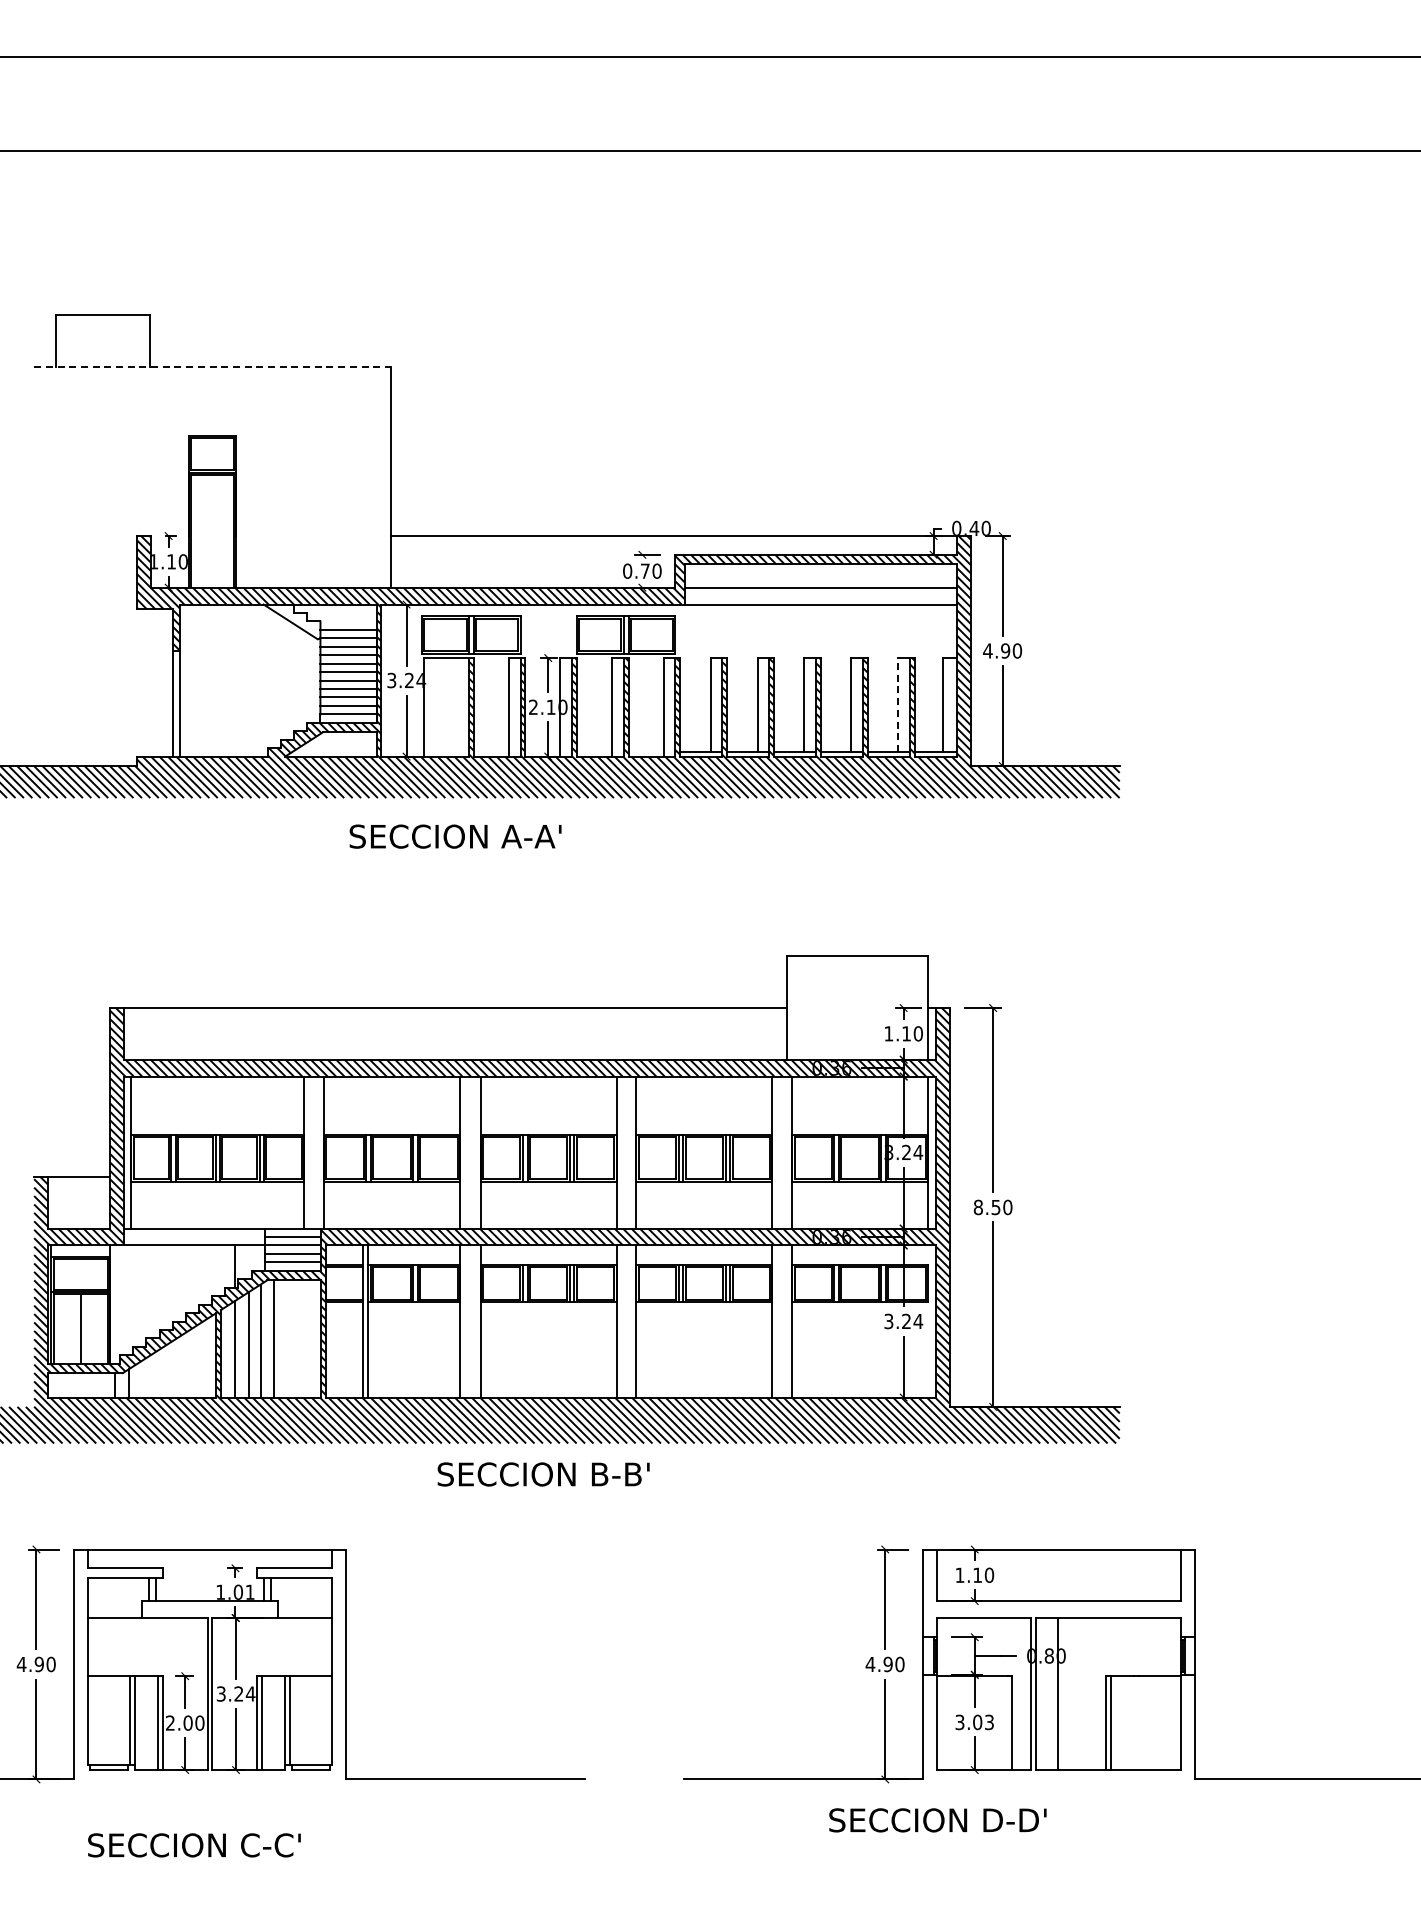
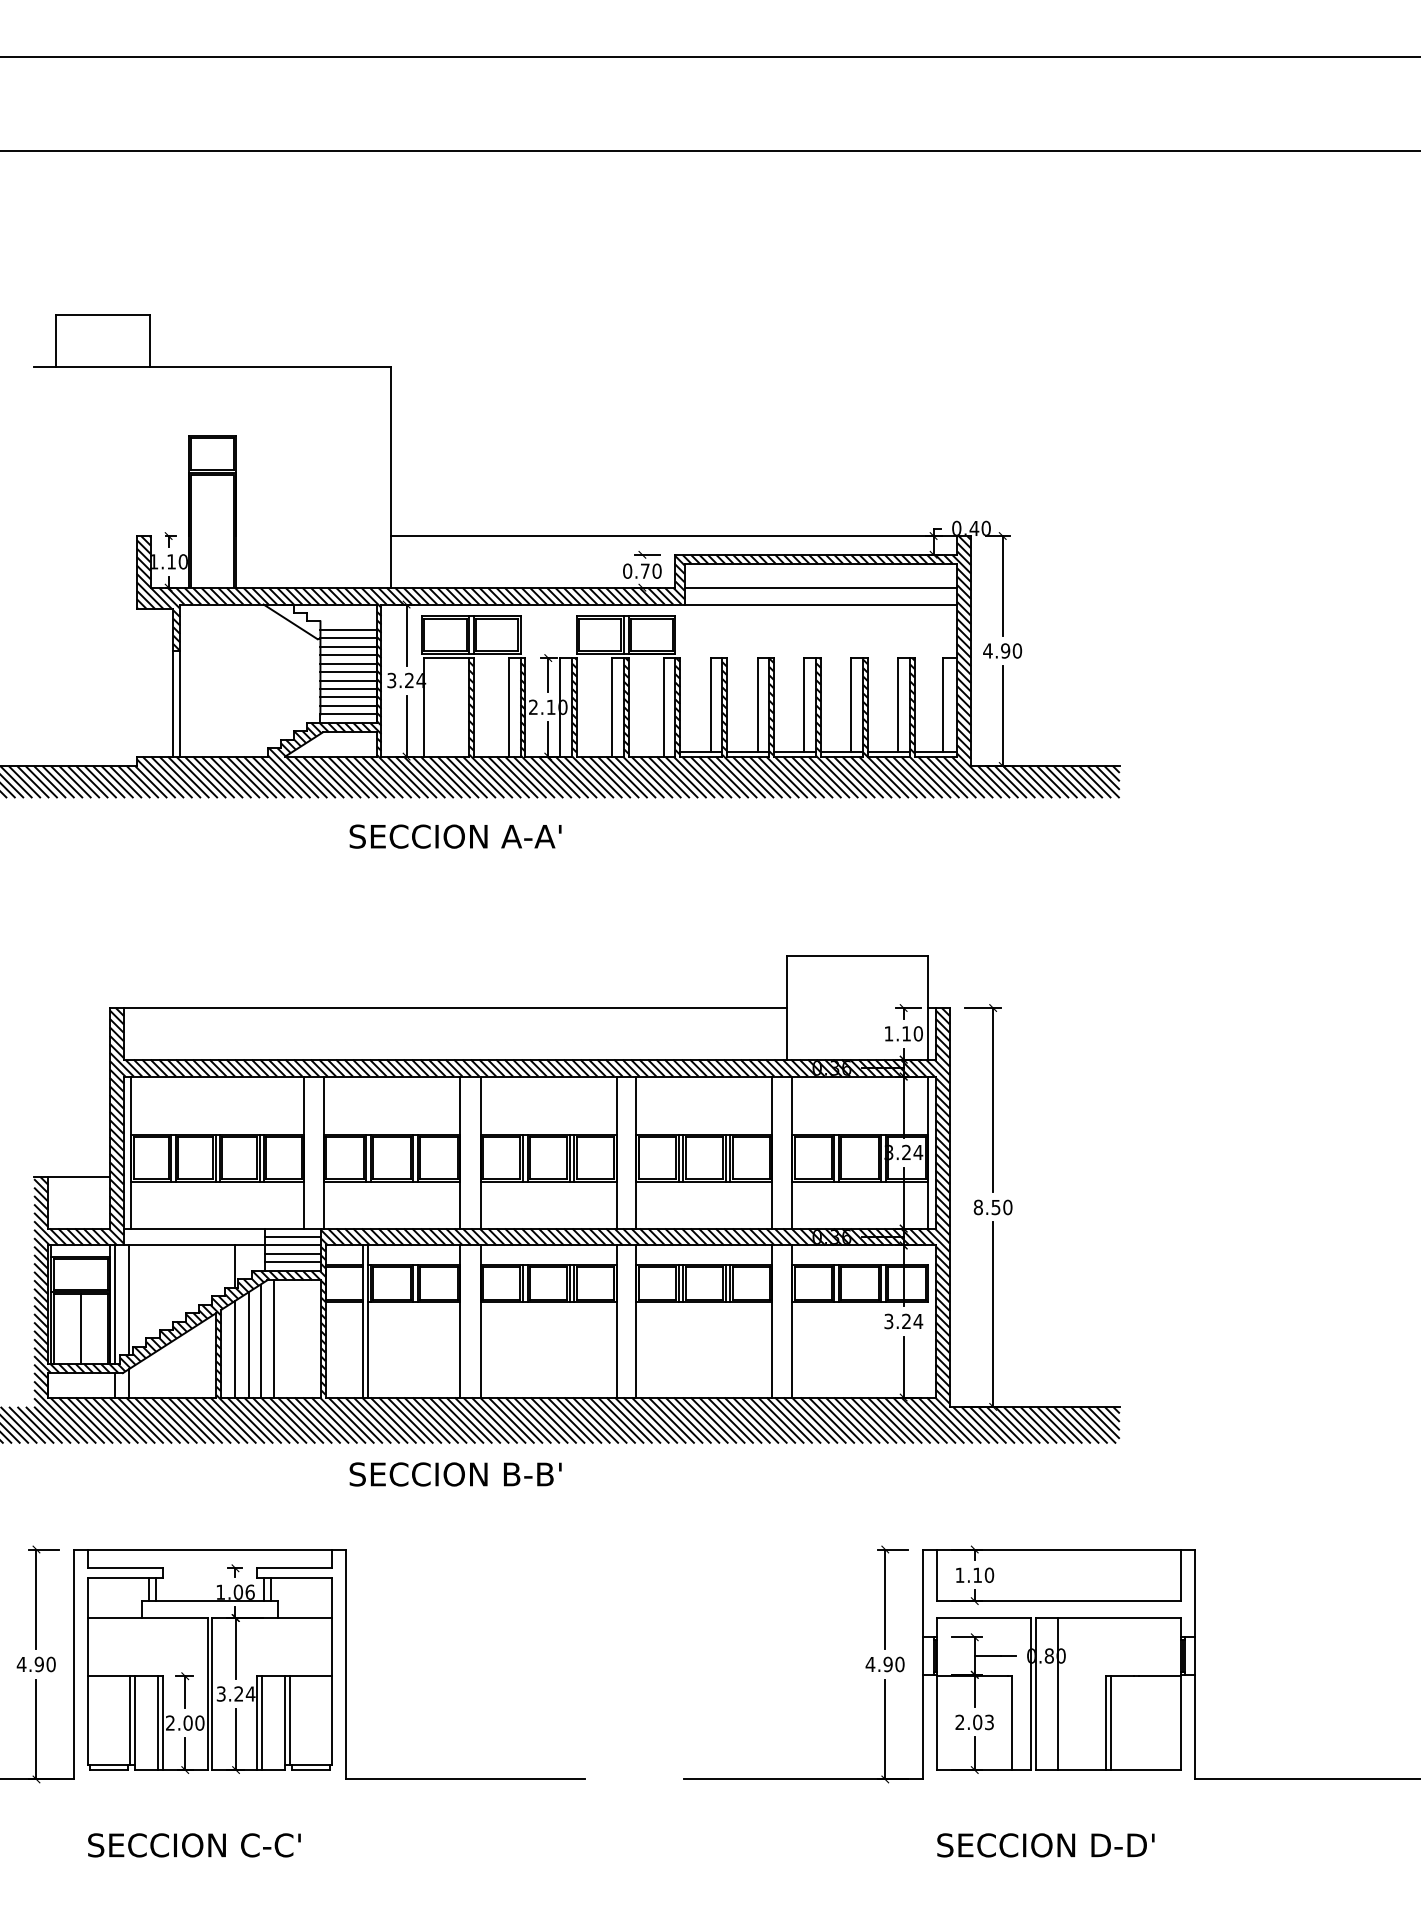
line at (212, 367): dashed -> solid
line at (898, 704): dashed -> solid
line at (128, 1300): none -> present
line at (114, 1304): none -> present
text at (543, 1474) position: (543, 1474) -> (455, 1474)
text at (249, 1591): 1.01 -> 1.06
text at (959, 1722): 3.03 -> 2.03
text at (937, 1820) position: (937, 1820) -> (1045, 1845)
